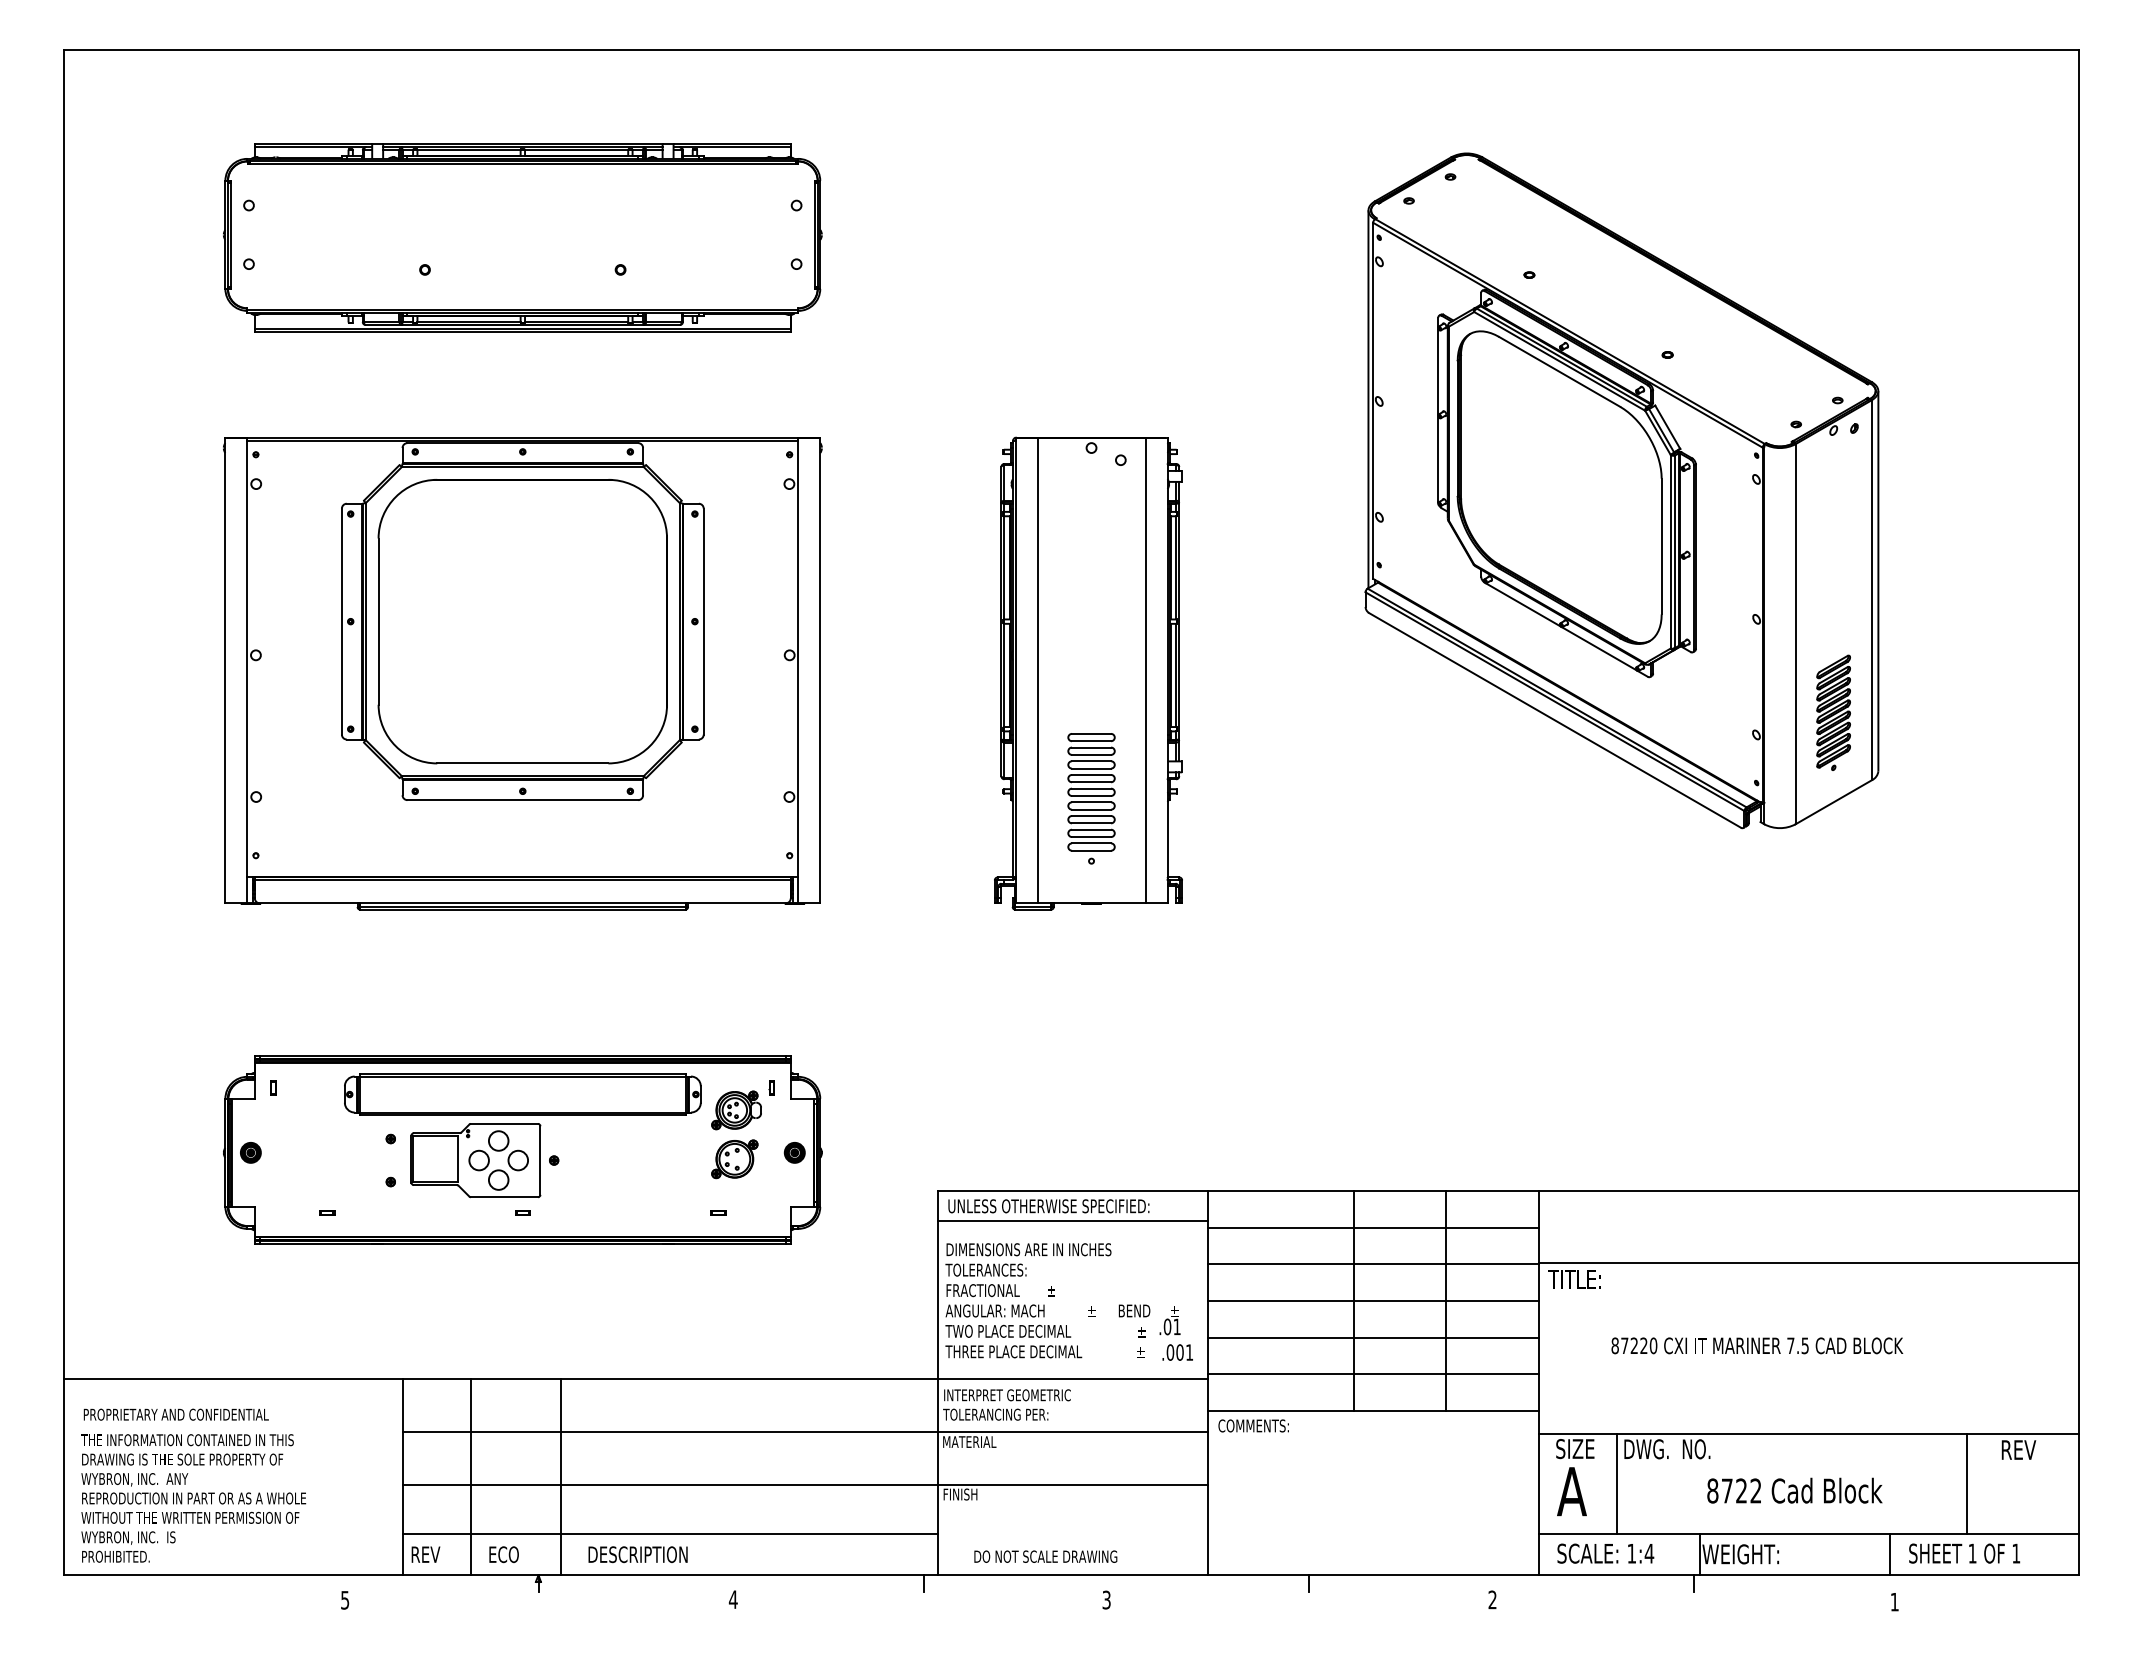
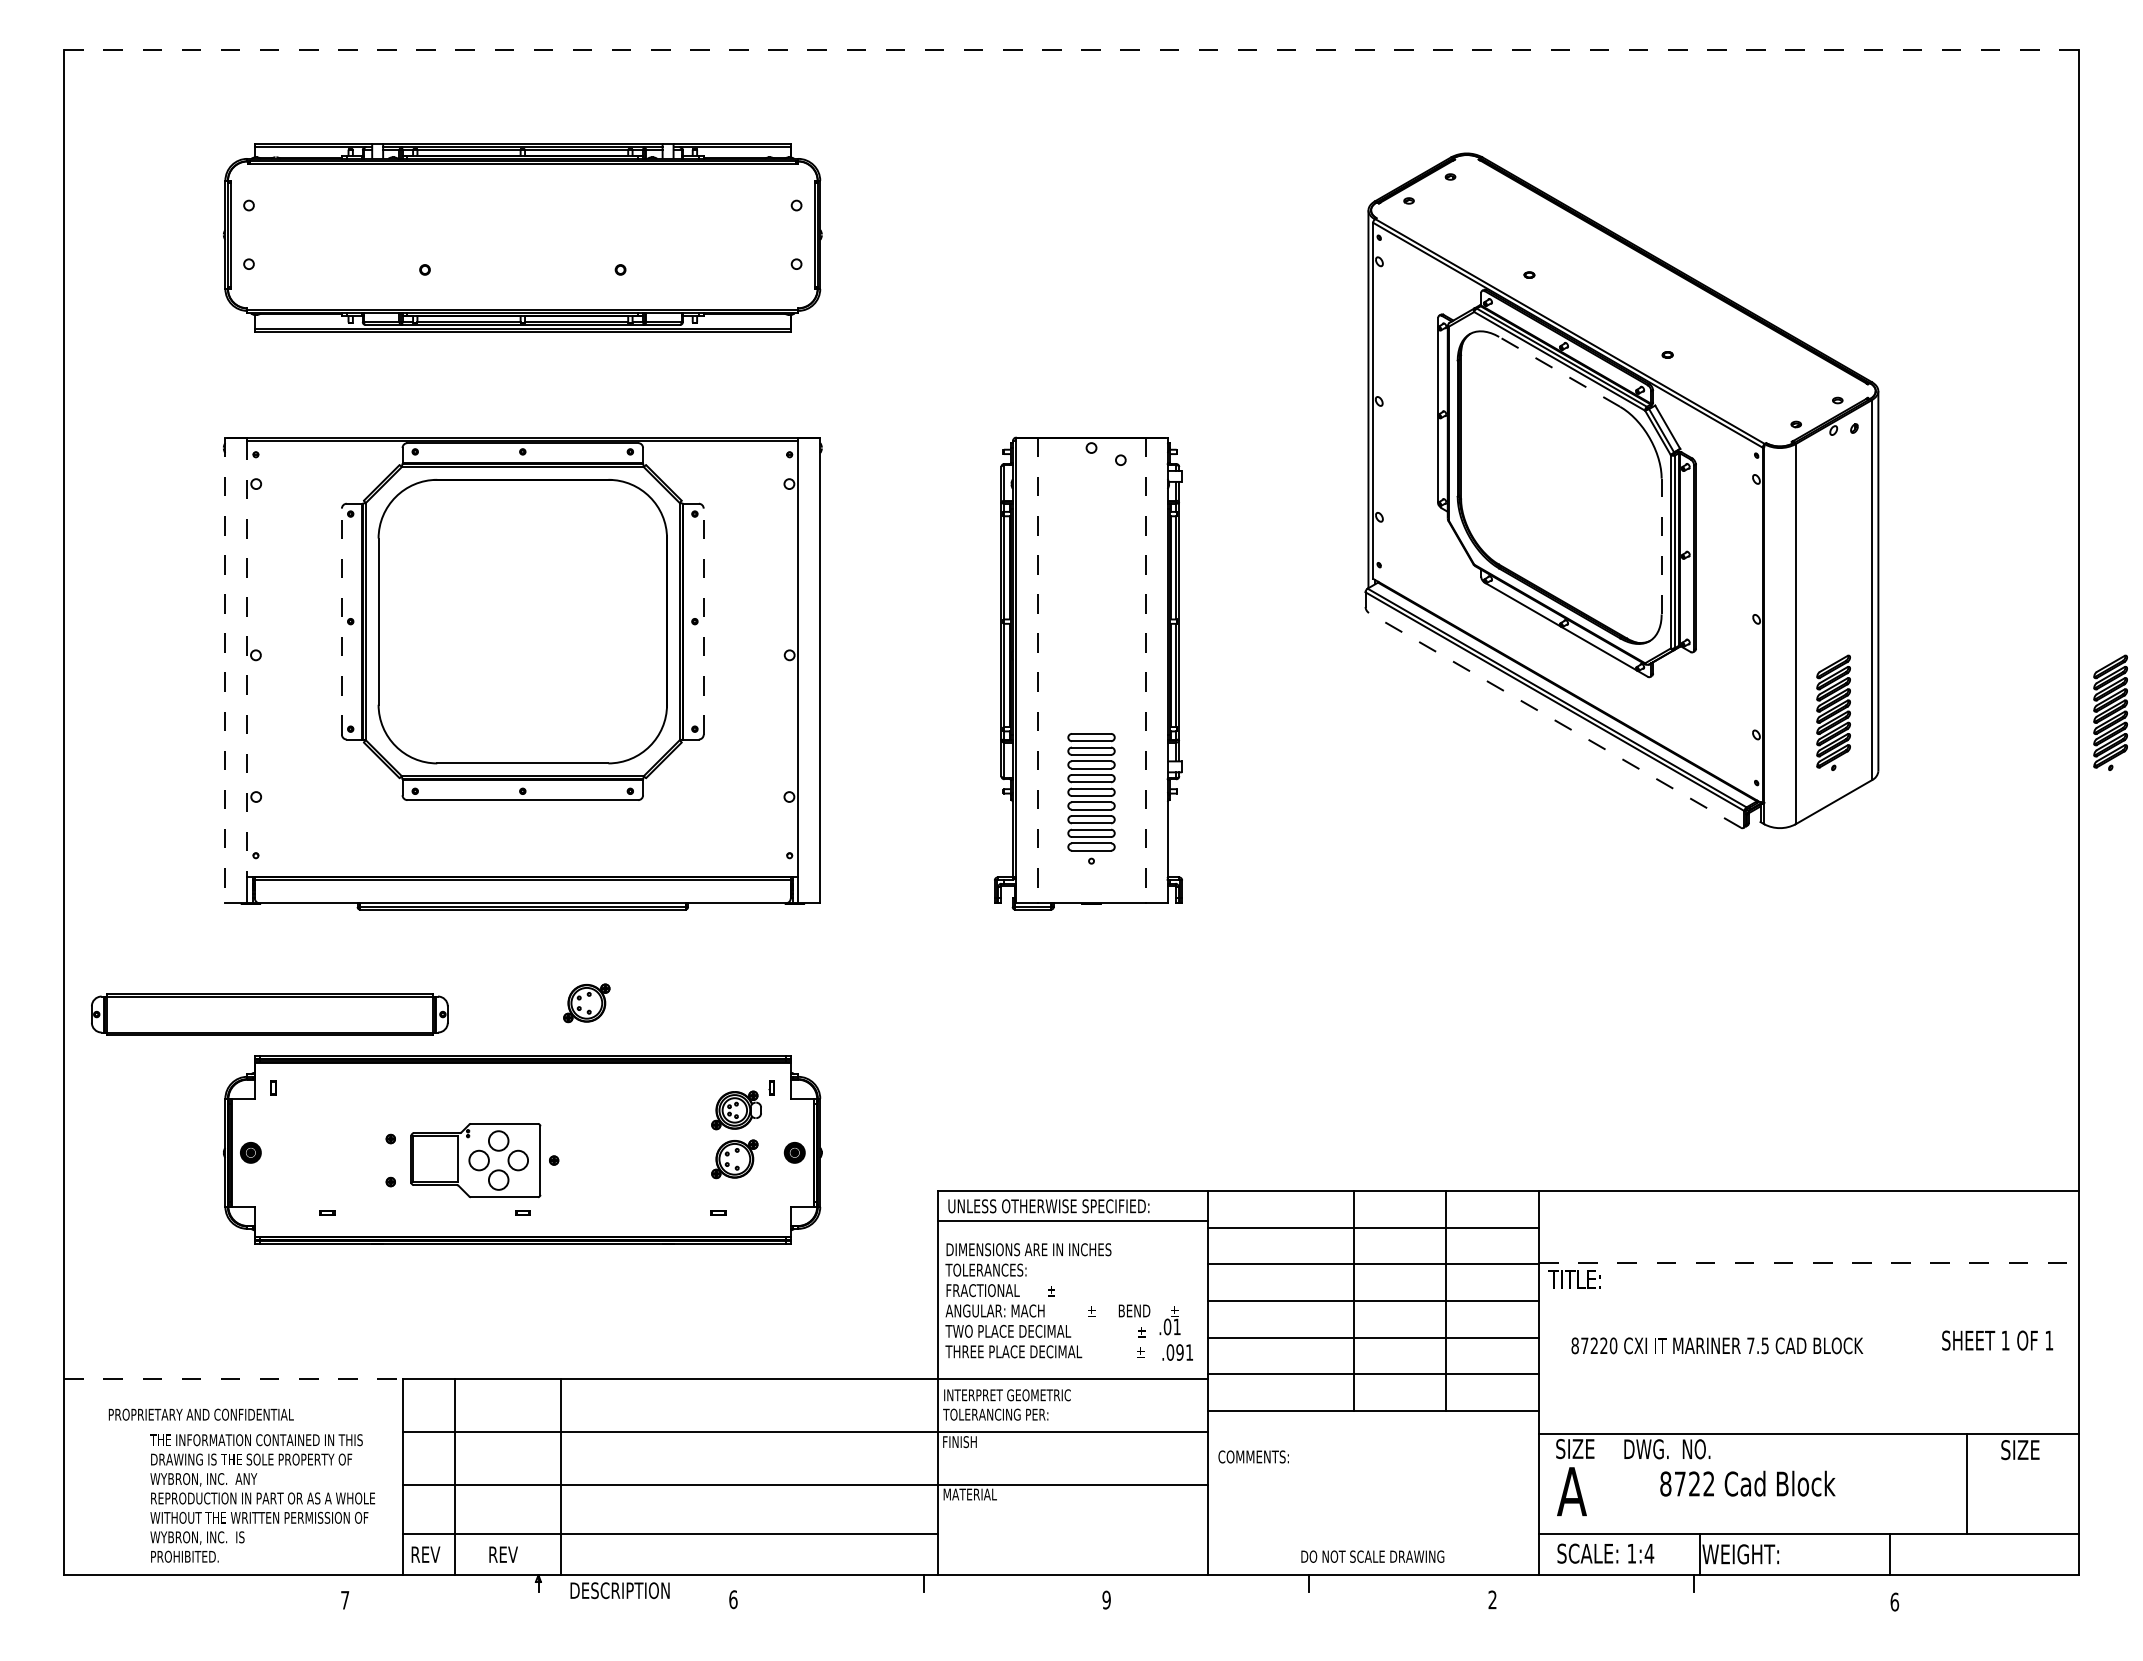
line at (1071, 49): solid -> dashed
line at (1559, 371): solid -> dashed
line at (1661, 546): solid -> dashed
line at (341, 621): solid -> dashed
line at (703, 621): solid -> dashed
line at (247, 659): solid -> dashed
line at (225, 670): solid -> dashed
line at (1037, 670): solid -> dashed
line at (1145, 670): solid -> dashed
part at (2110, 712): none -> present
line at (1555, 720): solid -> dashed
part at (586, 1003): none -> present
part at (522, 1094) position: (522, 1094) -> (269, 1014)
line at (1808, 1262): solid -> dashed
text at (1757, 1345) position: (1757, 1345) -> (1717, 1345)
text at (1179, 1352): .001 -> .091
line at (233, 1378): solid -> dashed
text at (175, 1414) position: (175, 1414) -> (200, 1414)
text at (1253, 1425) position: (1253, 1425) -> (1253, 1456)
text at (970, 1442): MATERIAL -> FINISH
text at (2020, 1450): REV -> SIZE
line at (471, 1476) position: (471, 1476) -> (455, 1476)
line at (1616, 1483): present -> none
text at (1794, 1490) position: (1794, 1490) -> (1747, 1483)
text at (970, 1494): FINISH -> MATERIAL
text at (193, 1498) position: (193, 1498) -> (262, 1498)
text at (1964, 1553) position: (1964, 1553) -> (1997, 1340)
text at (504, 1554): ECO -> REV
text at (637, 1554) position: (637, 1554) -> (619, 1590)
text at (1045, 1556) position: (1045, 1556) -> (1372, 1556)
text at (732, 1599): 4 -> 6
text at (1106, 1599): 3 -> 9
text at (345, 1600): 5 -> 7
text at (1894, 1601): 1 -> 6
